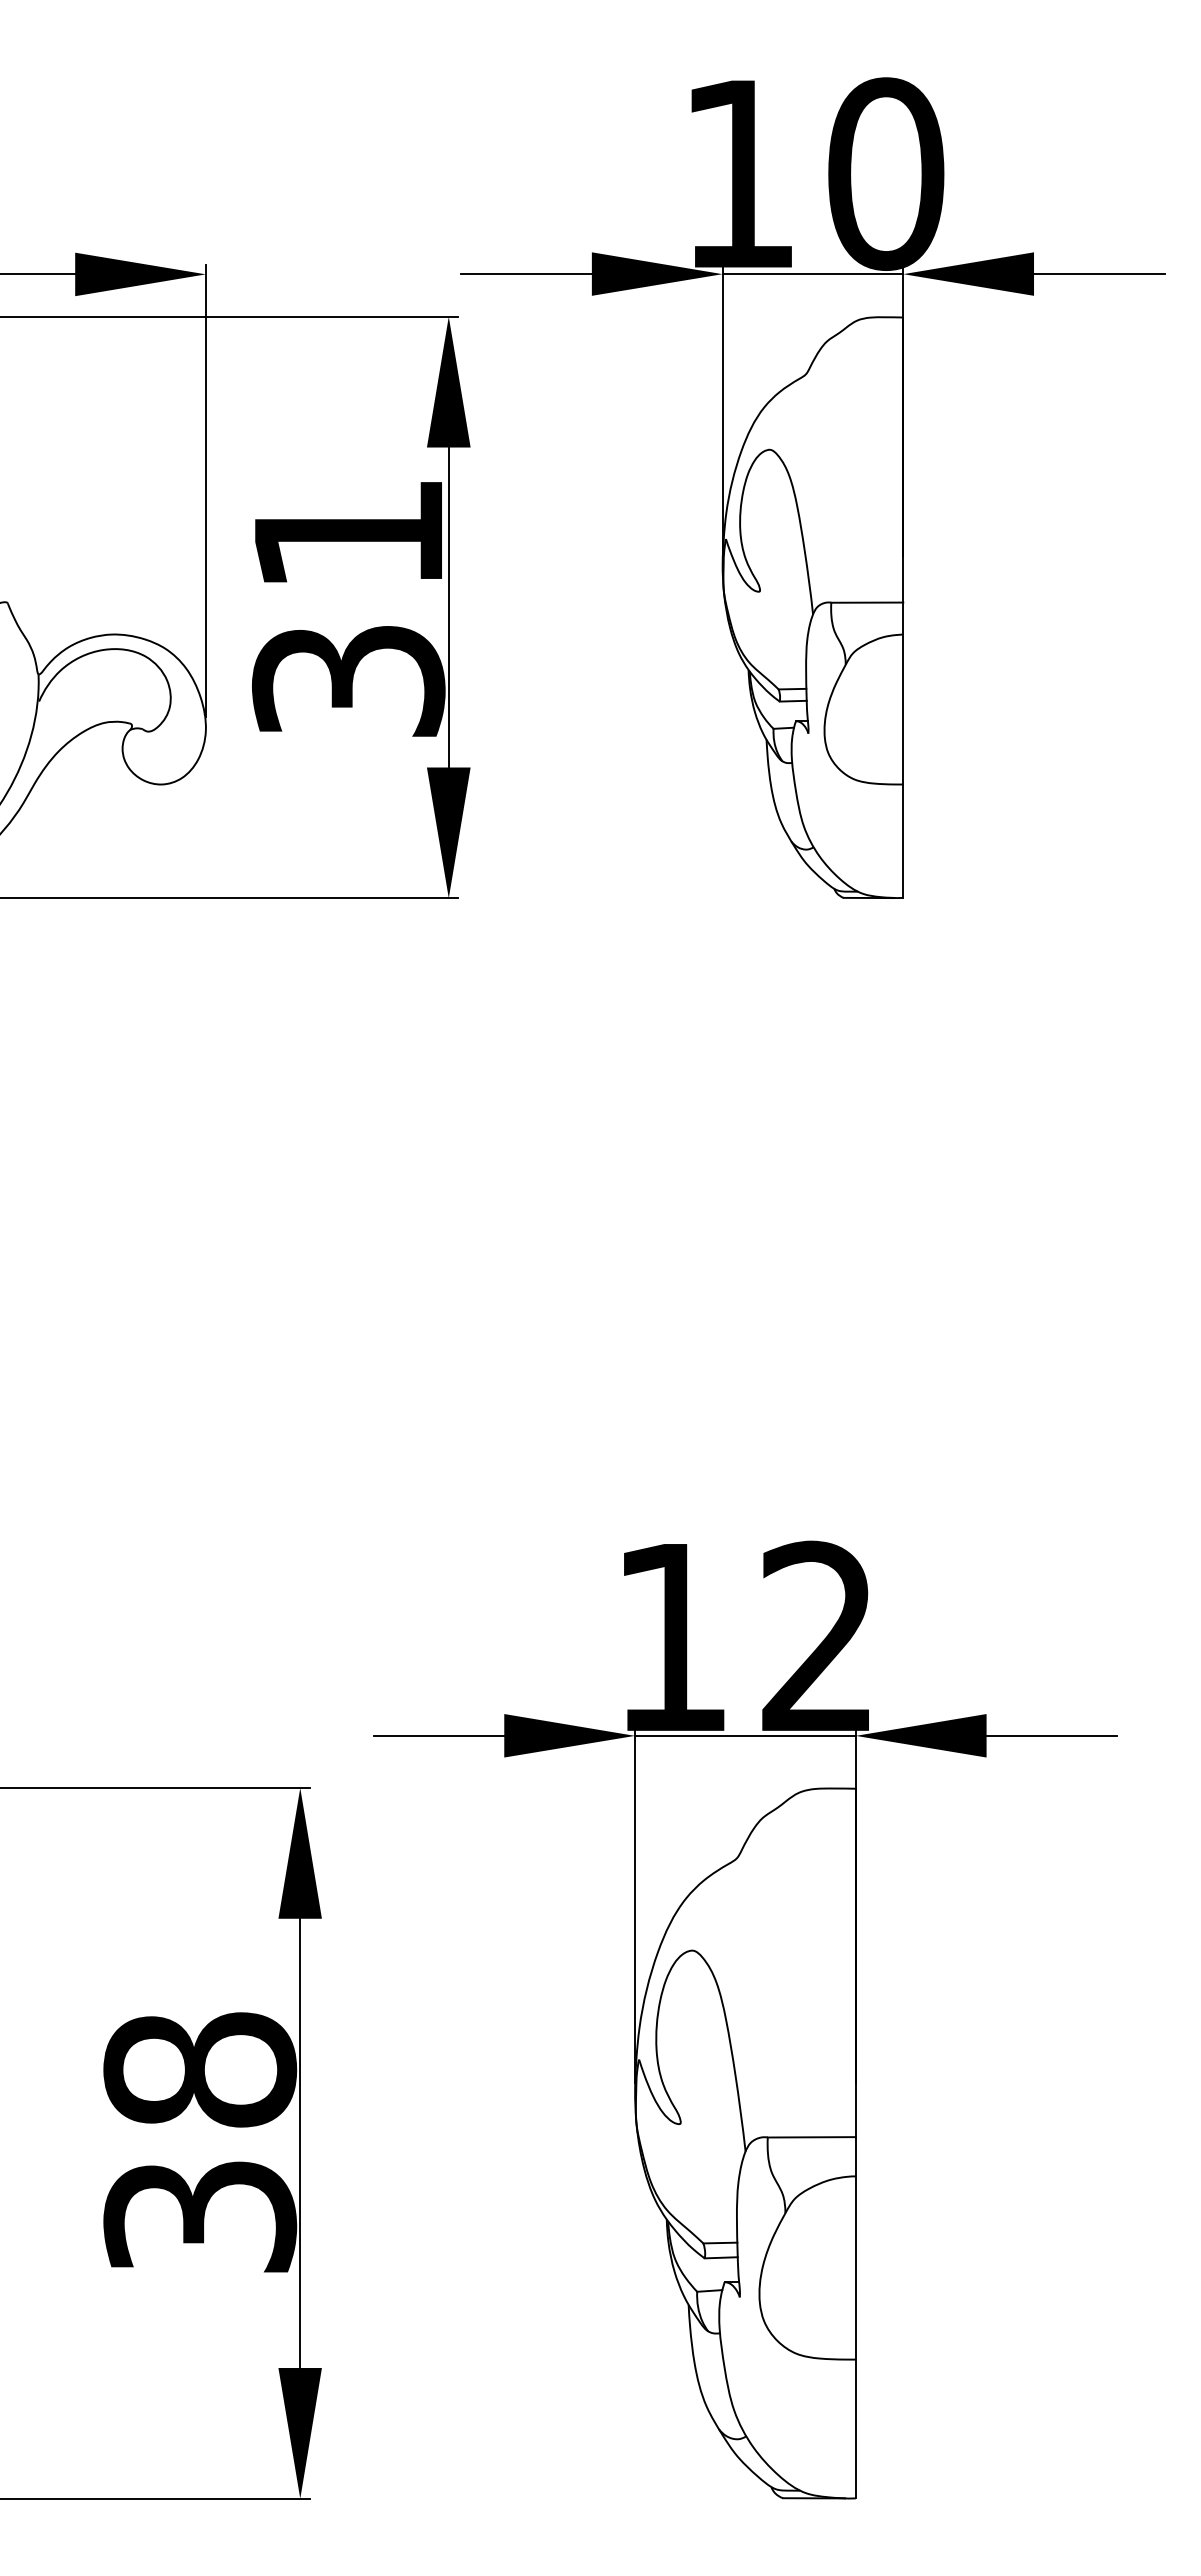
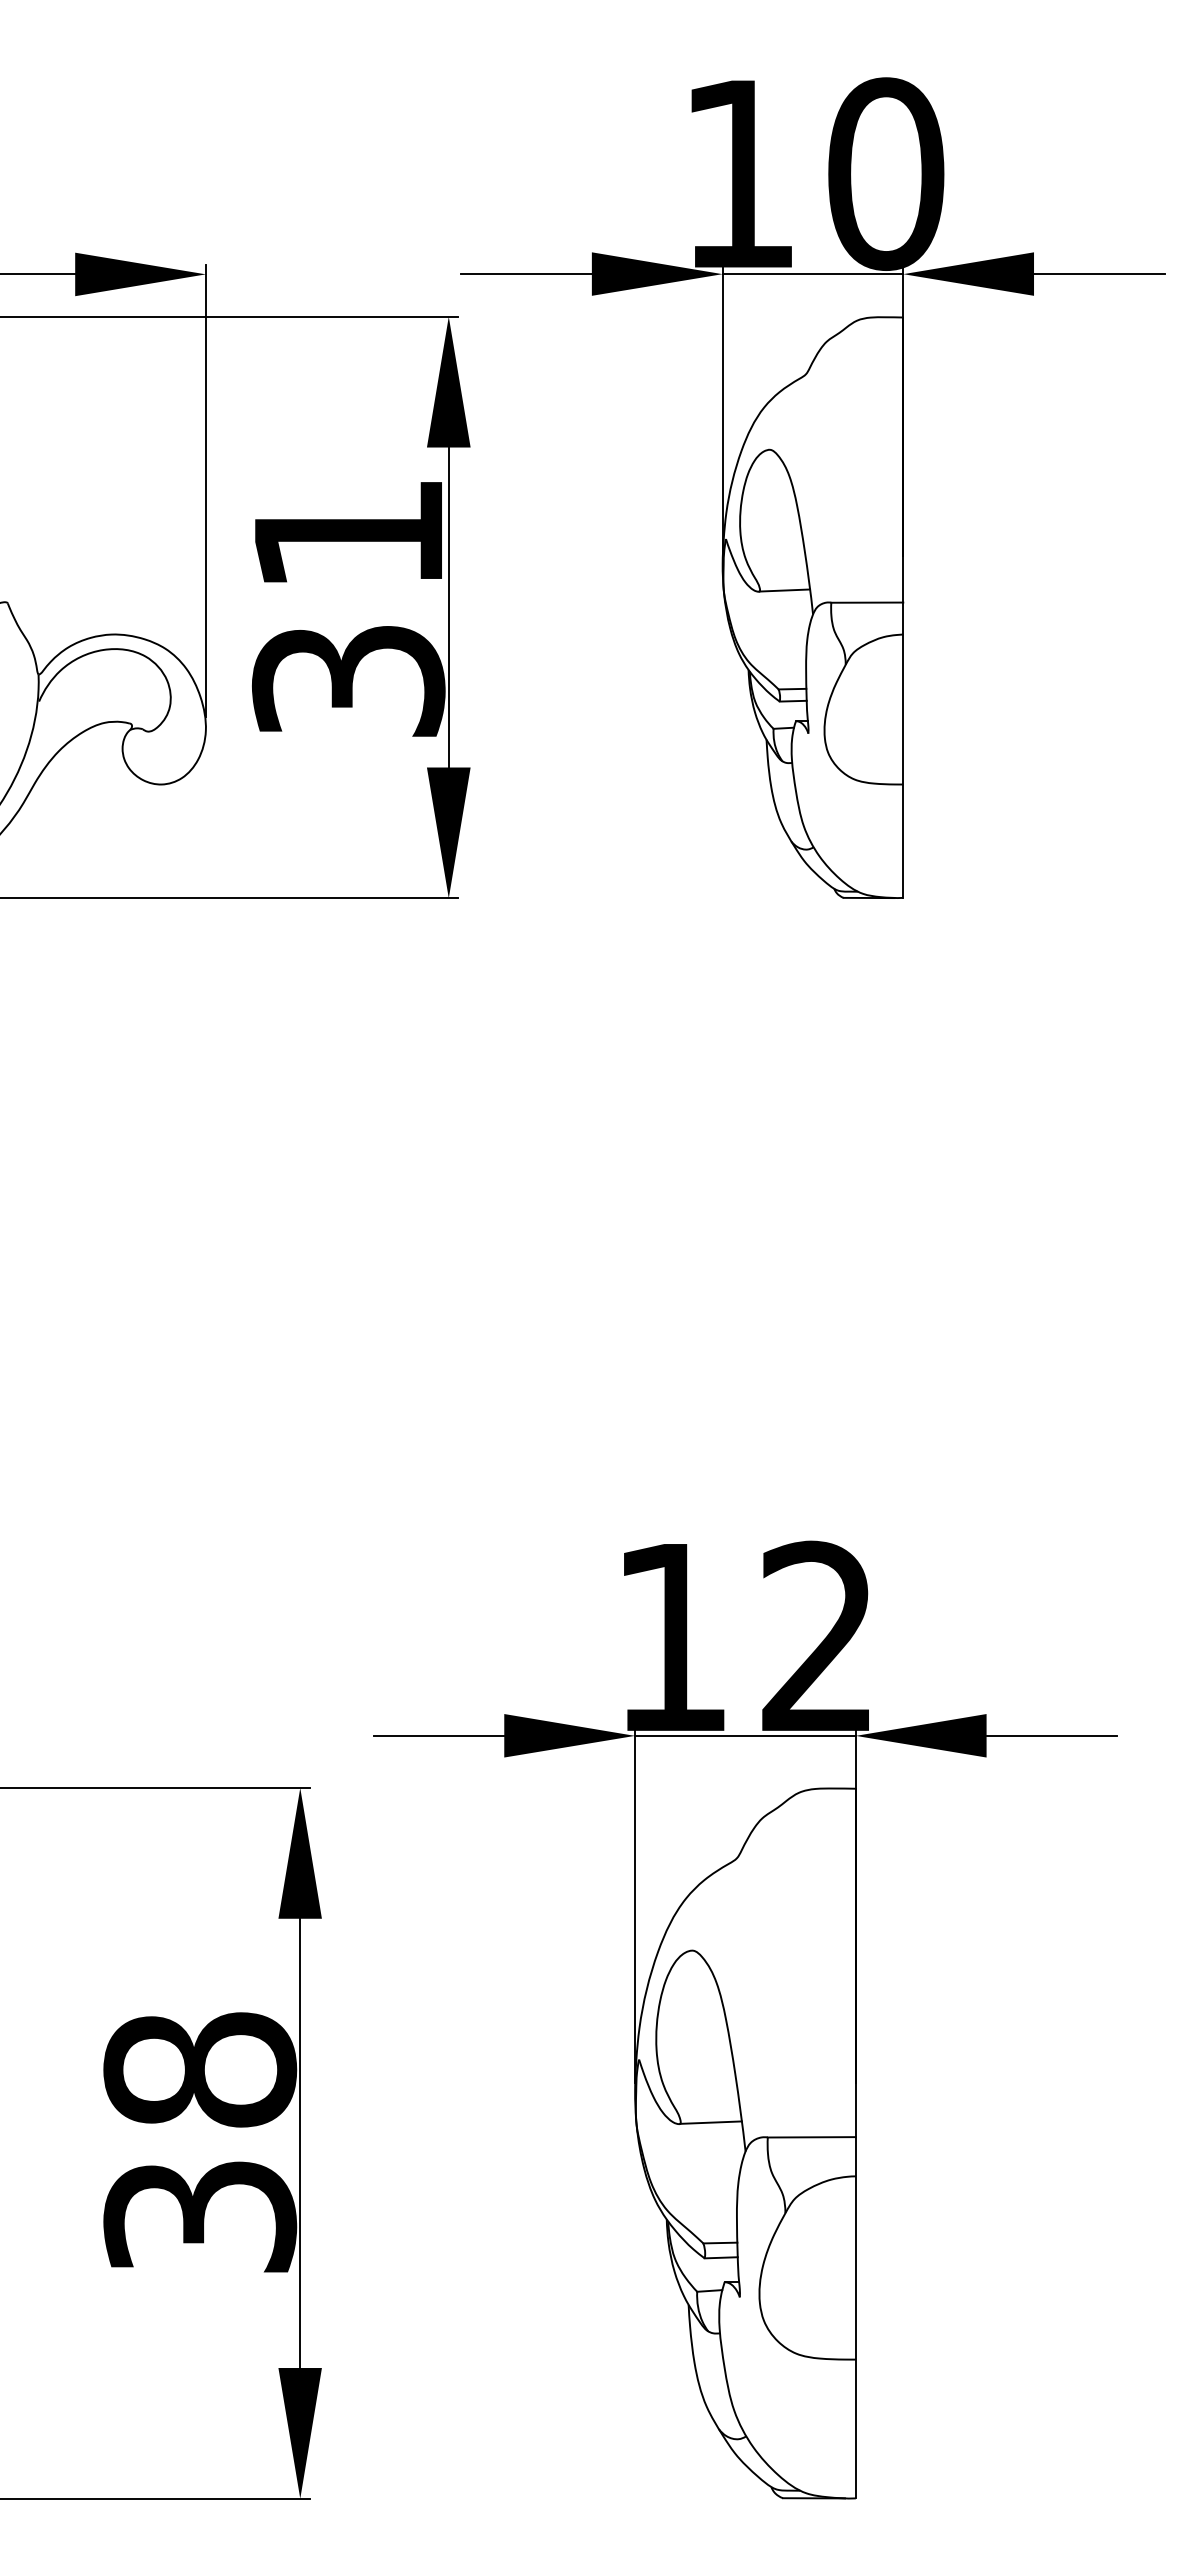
line at (784, 590): none -> present
line at (710, 2122): none -> present
